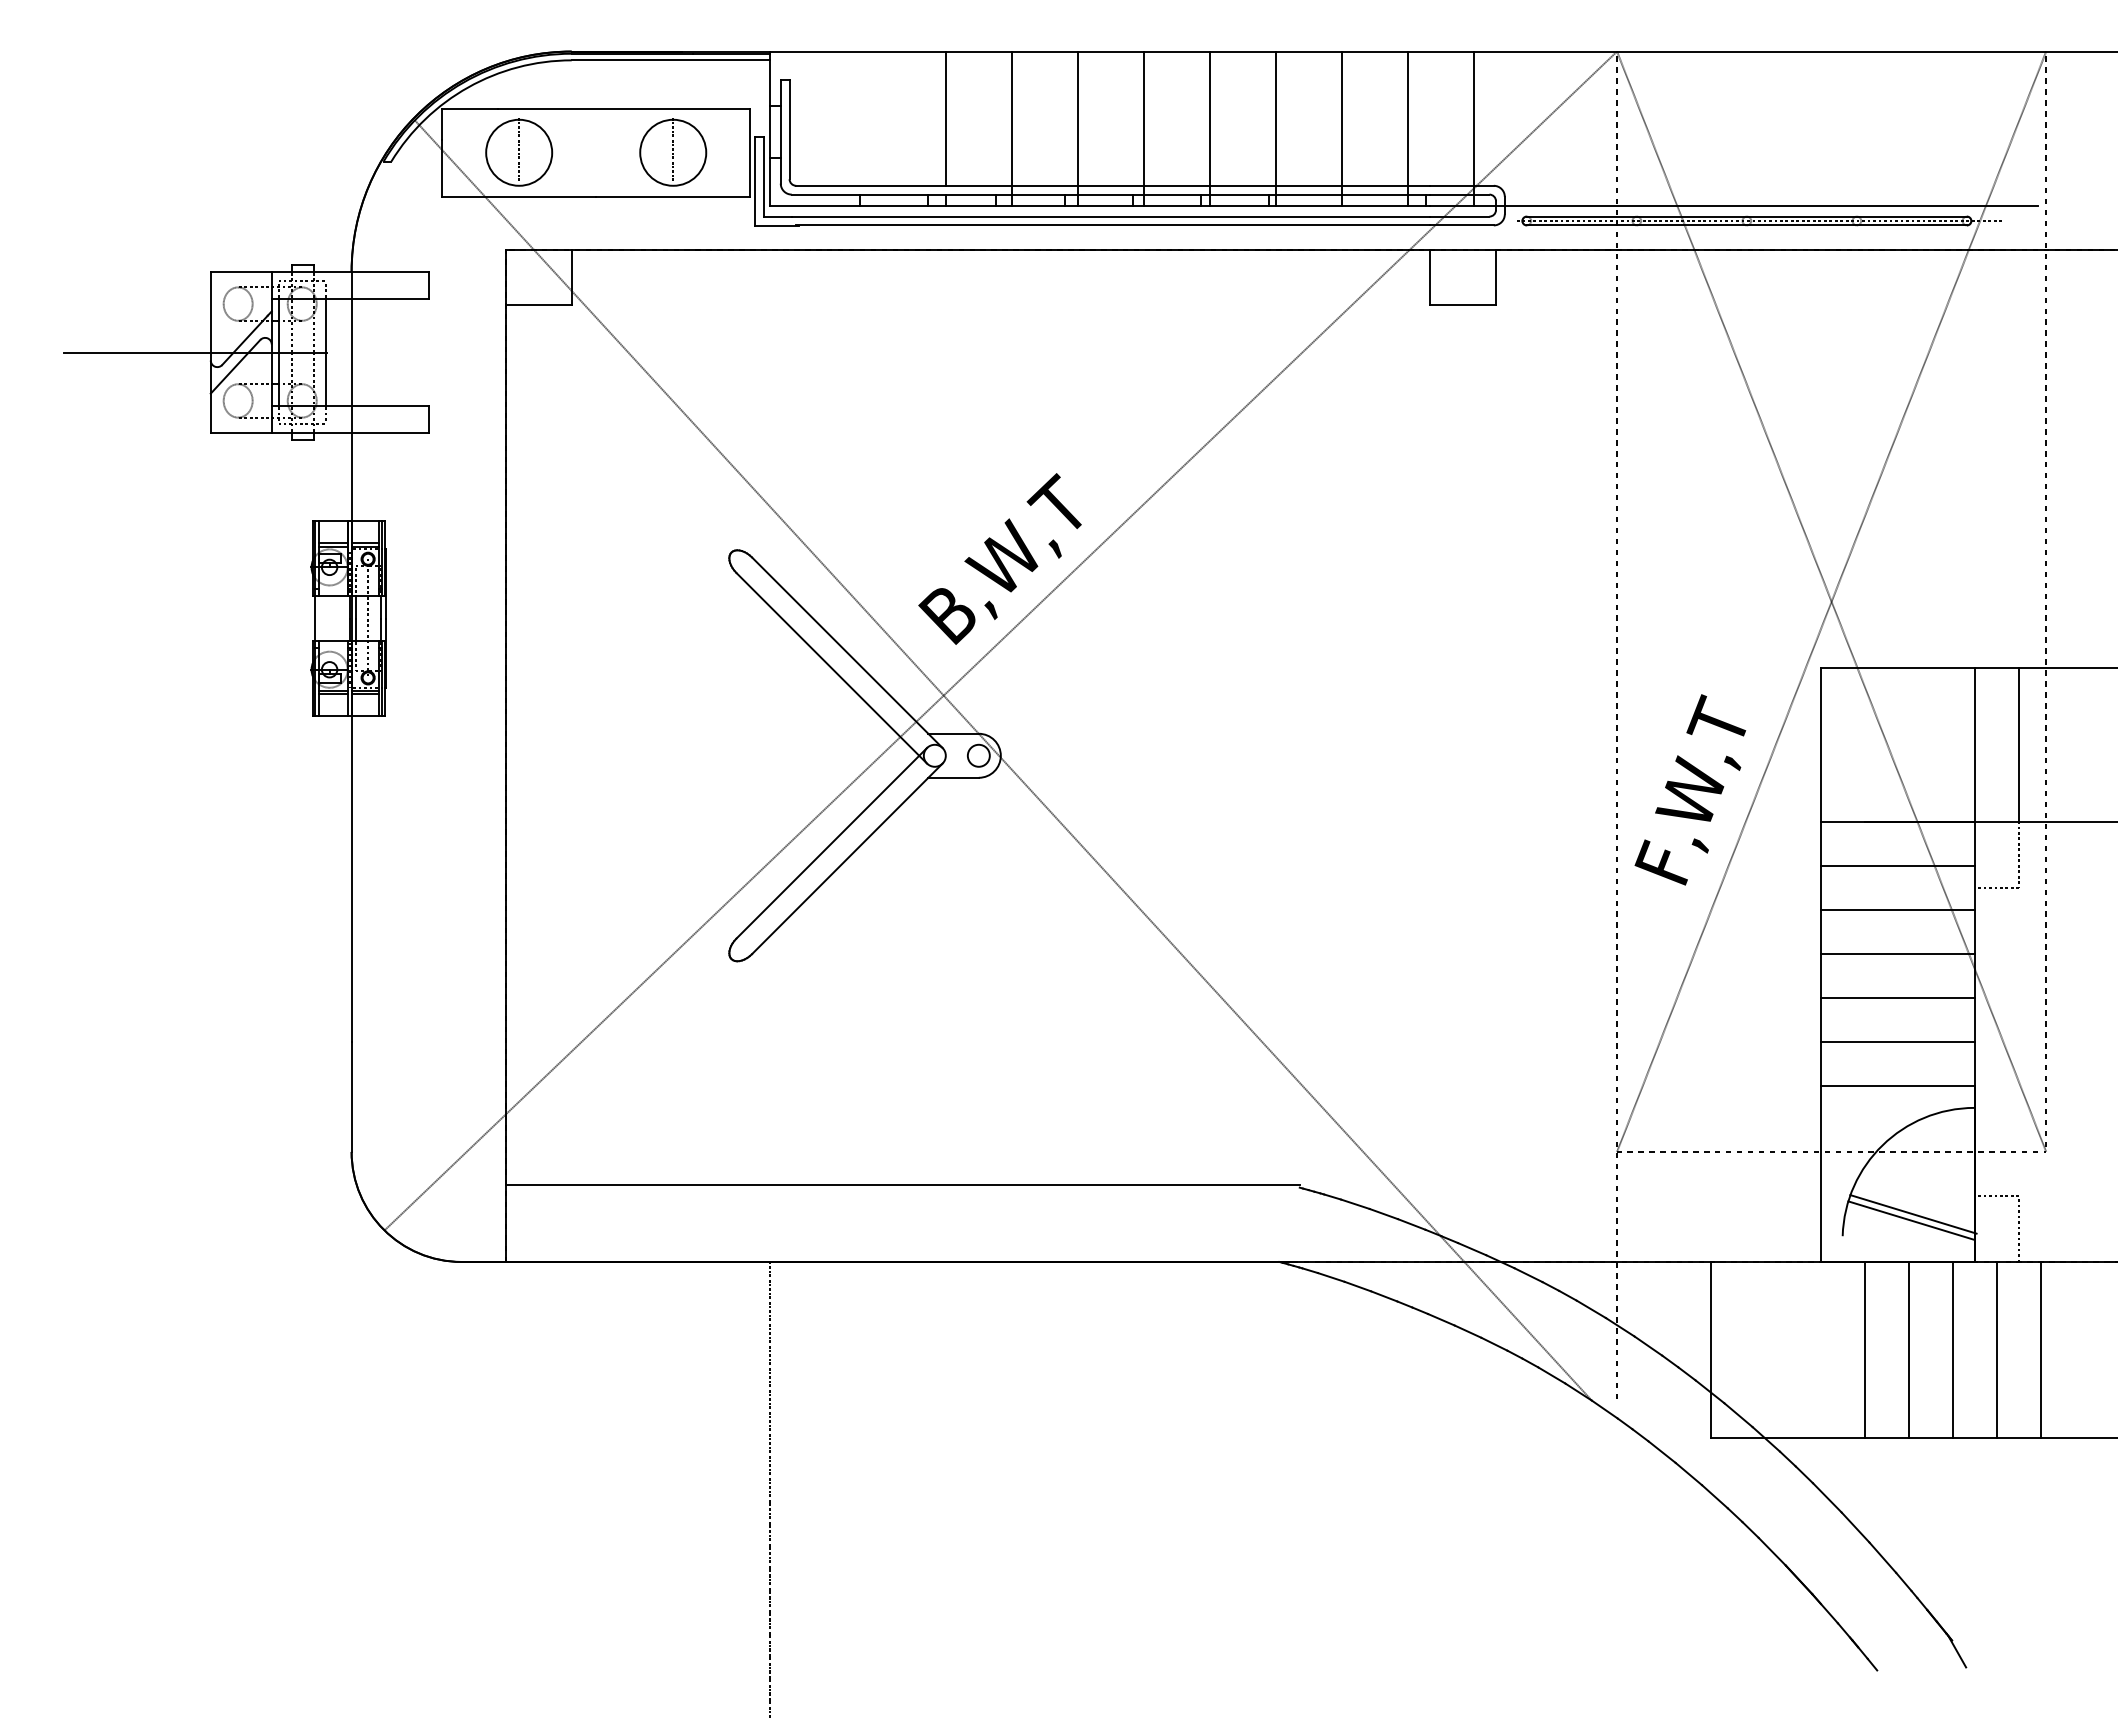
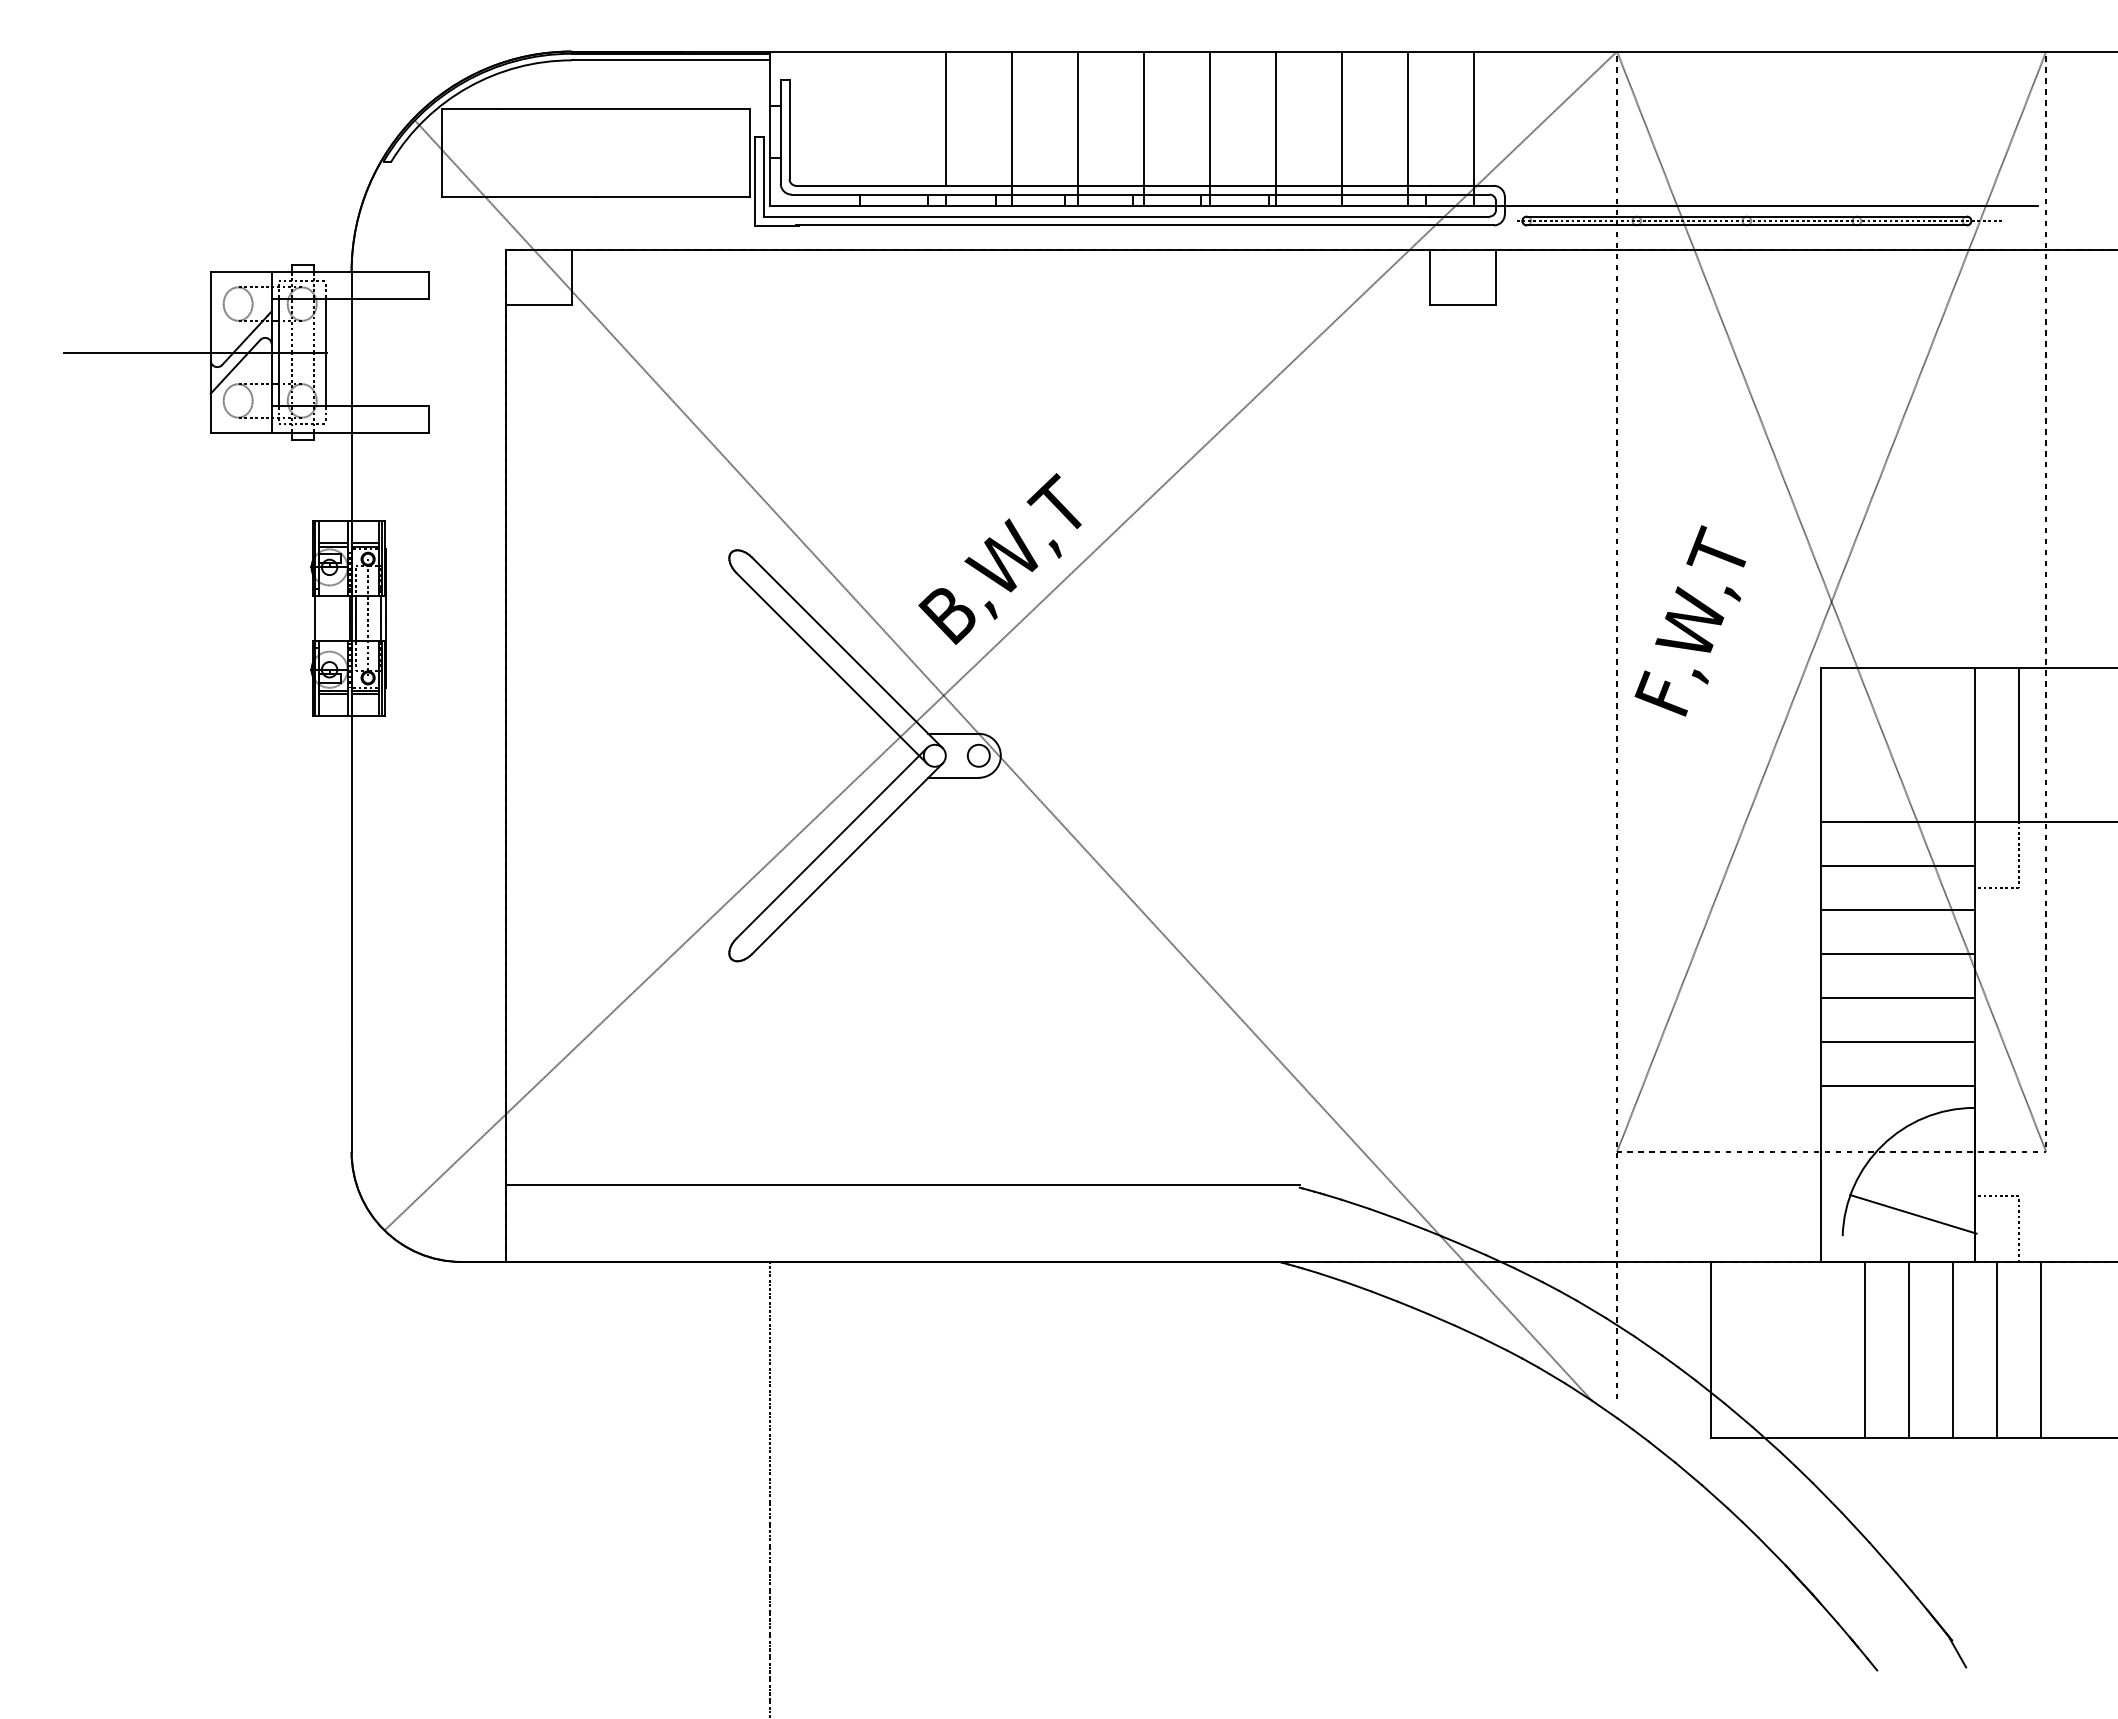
part at (519, 152): present -> none
part at (673, 152): present -> none
text at (1690, 789) position: (1690, 789) -> (1690, 620)
line at (1911, 1220): present -> none
